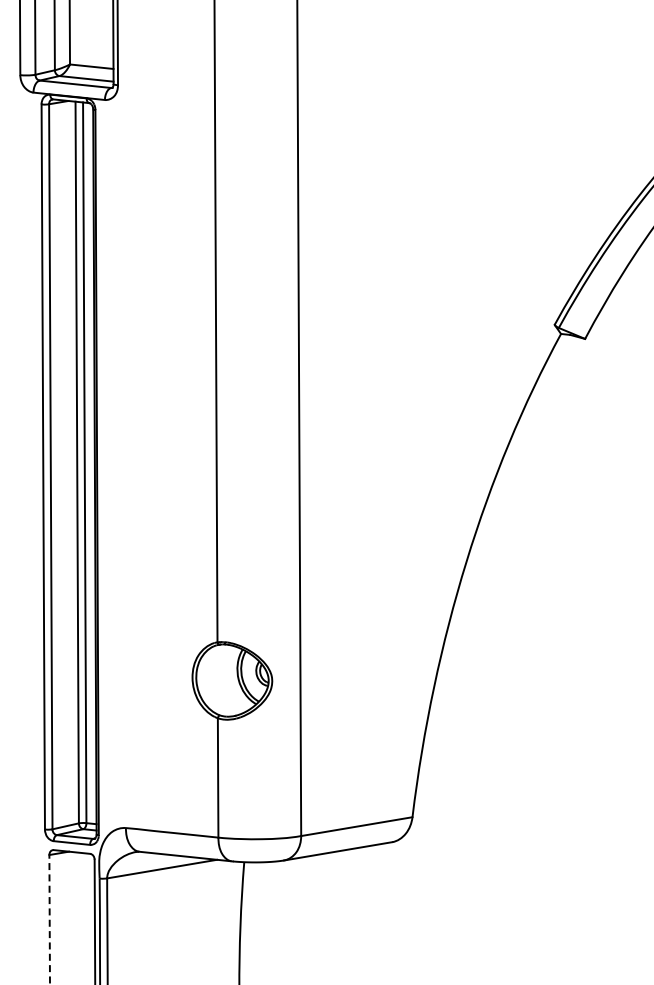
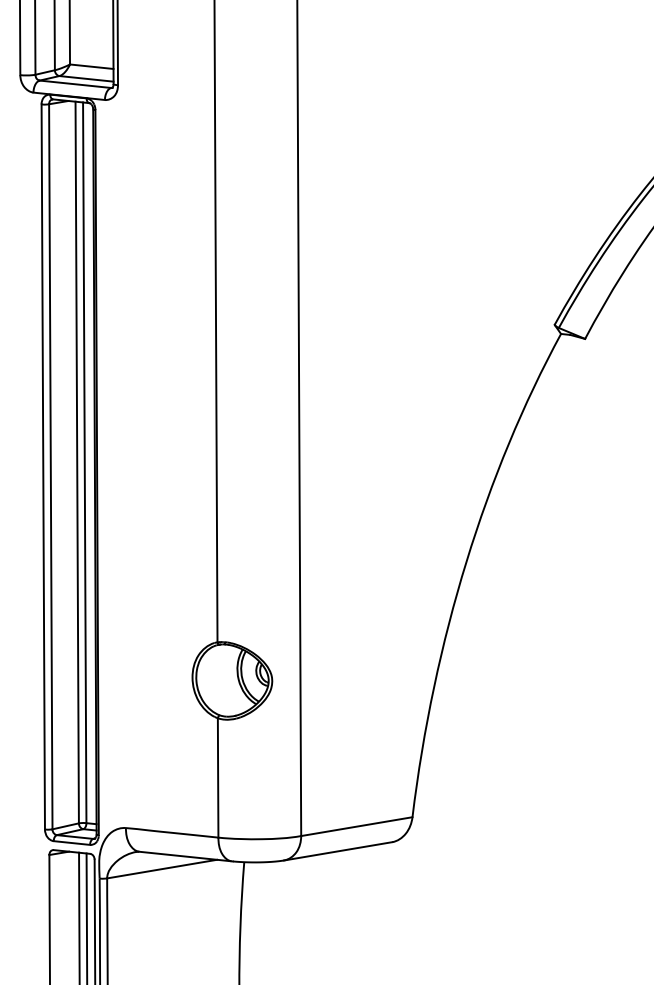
line at (79, 916): none -> present
line at (86, 917): none -> present
line at (49, 919): dashed -> solid
